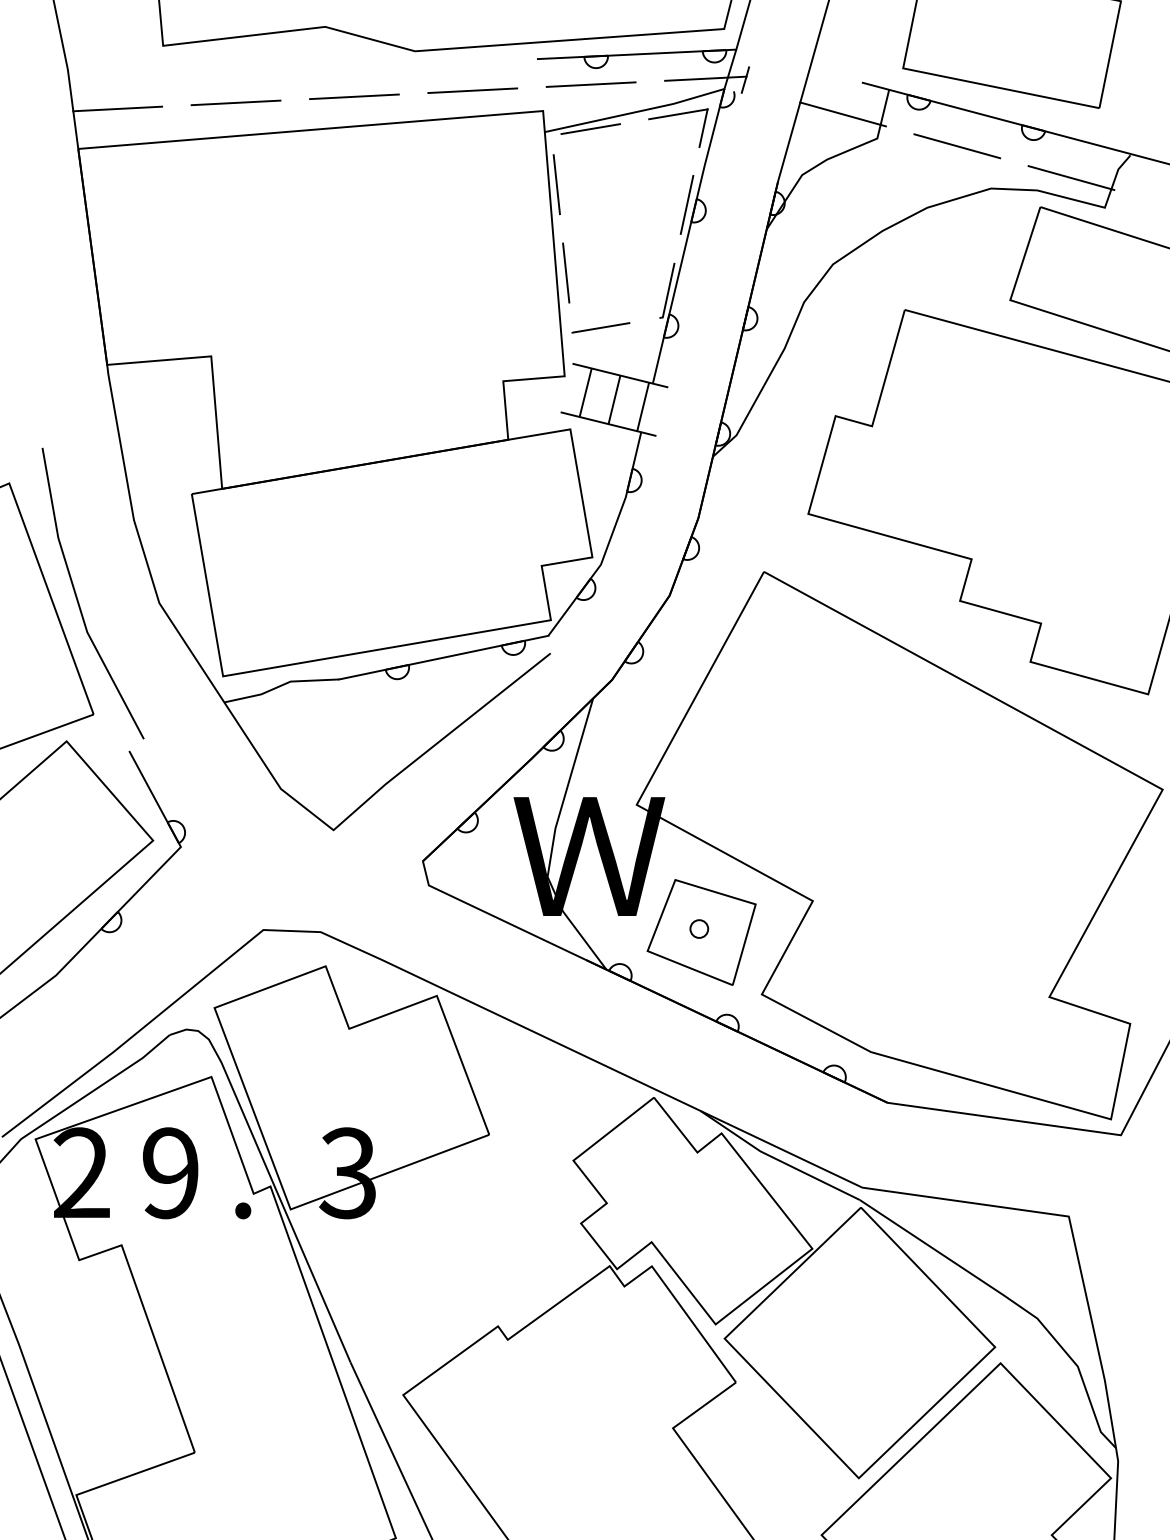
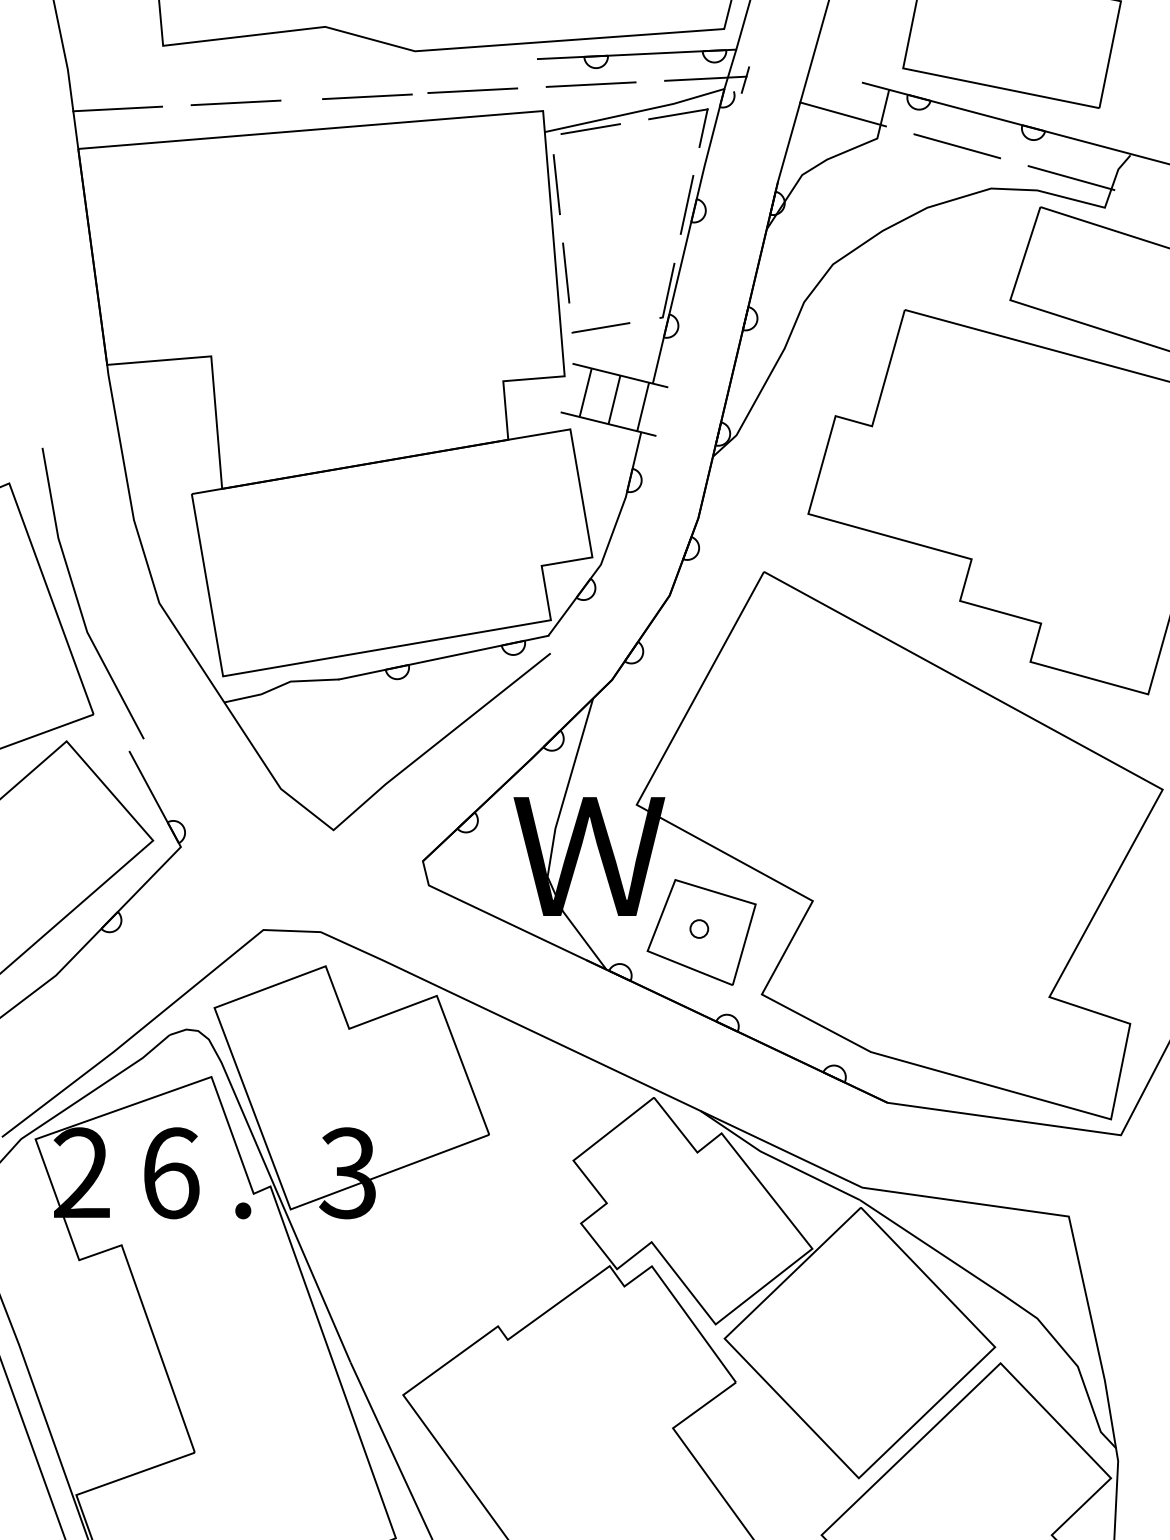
line at (354, 96) position: (354, 96) -> (367, 96)
text at (170, 1173): 9 -> 6
